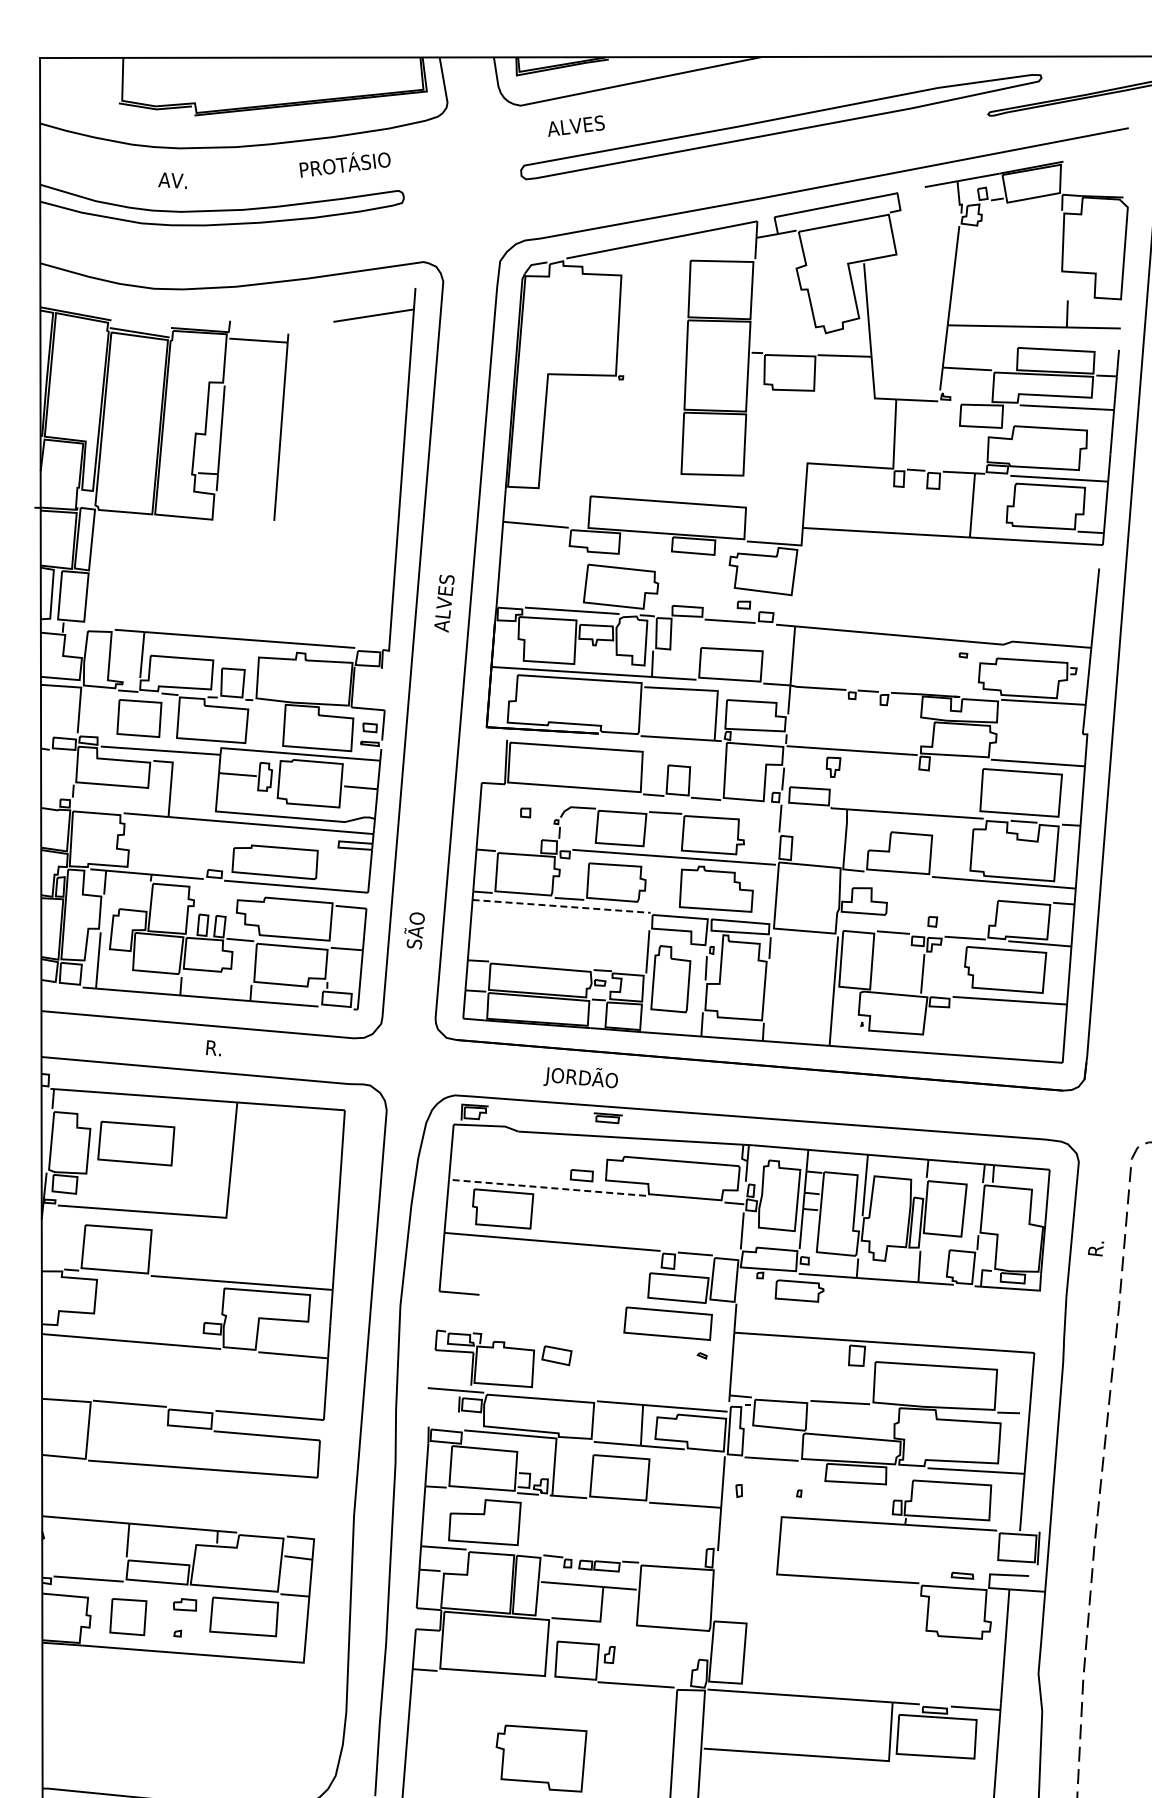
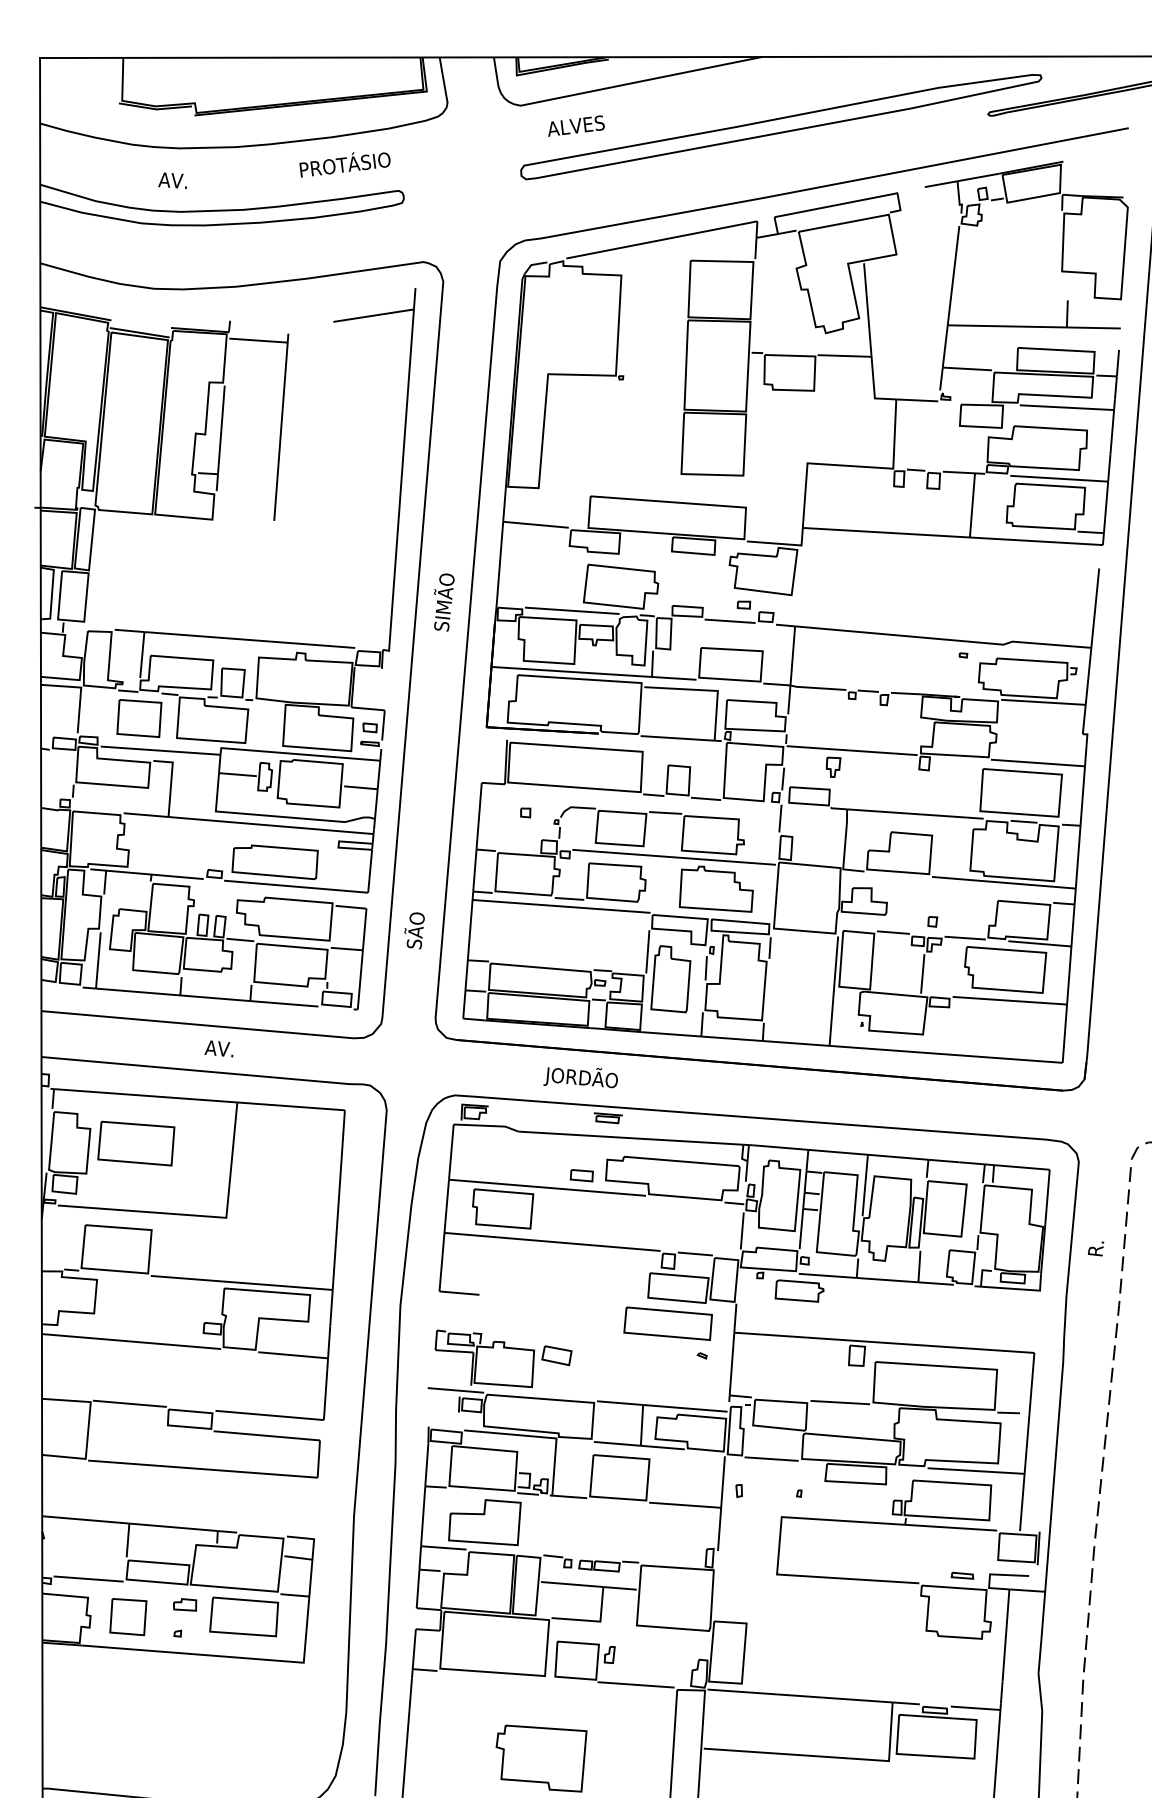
text at (444, 602): ALVES -> SIMÃO
line at (562, 906): dashed -> solid
text at (218, 1048): R. -> AV.
line at (547, 1187): dashed -> solid
